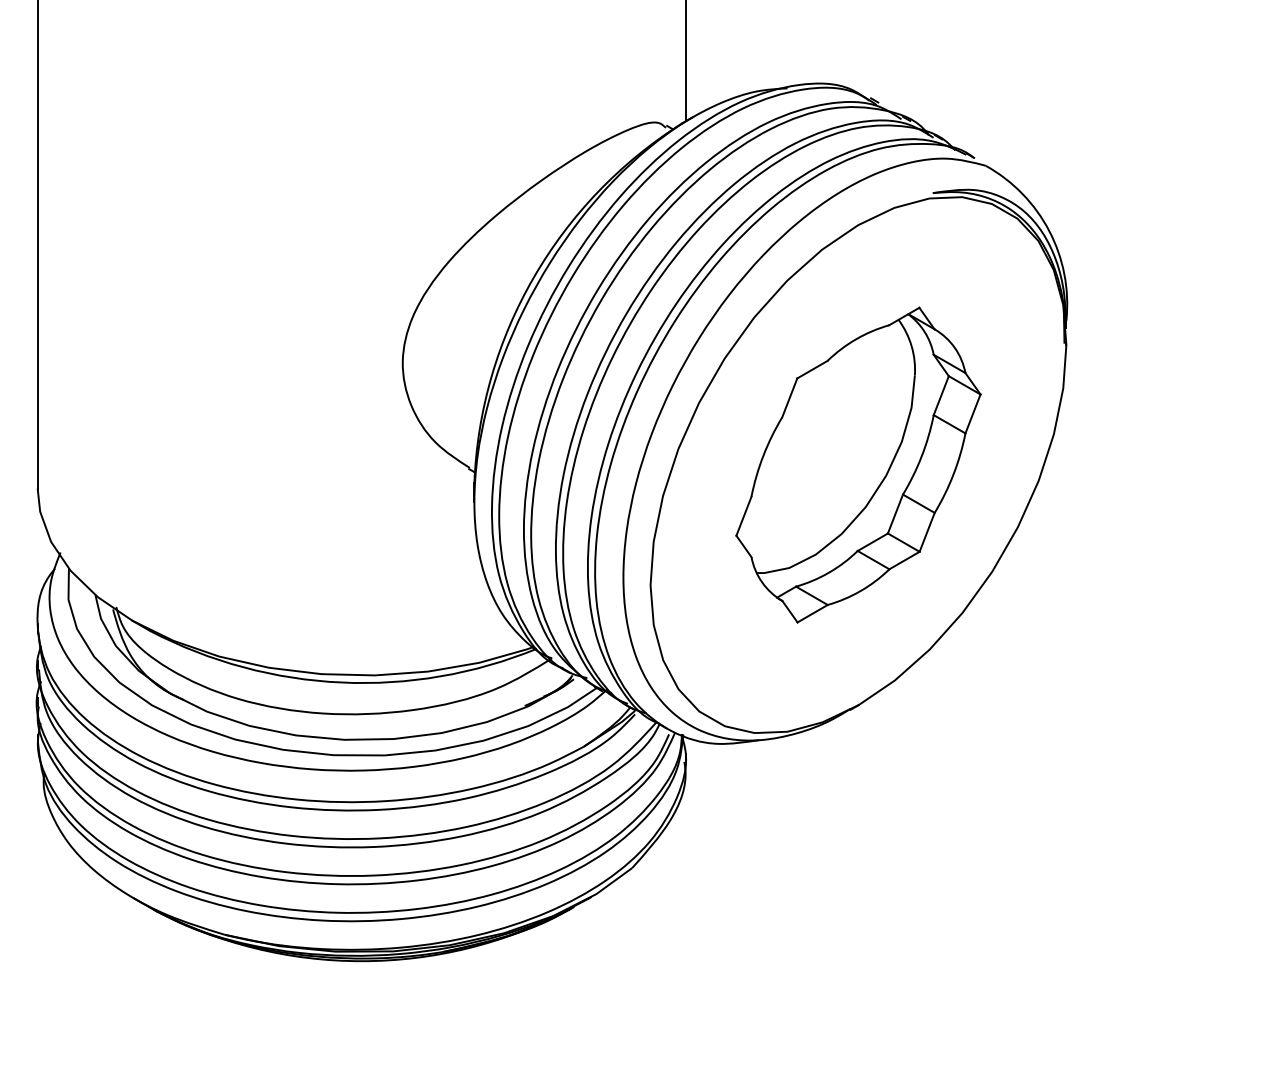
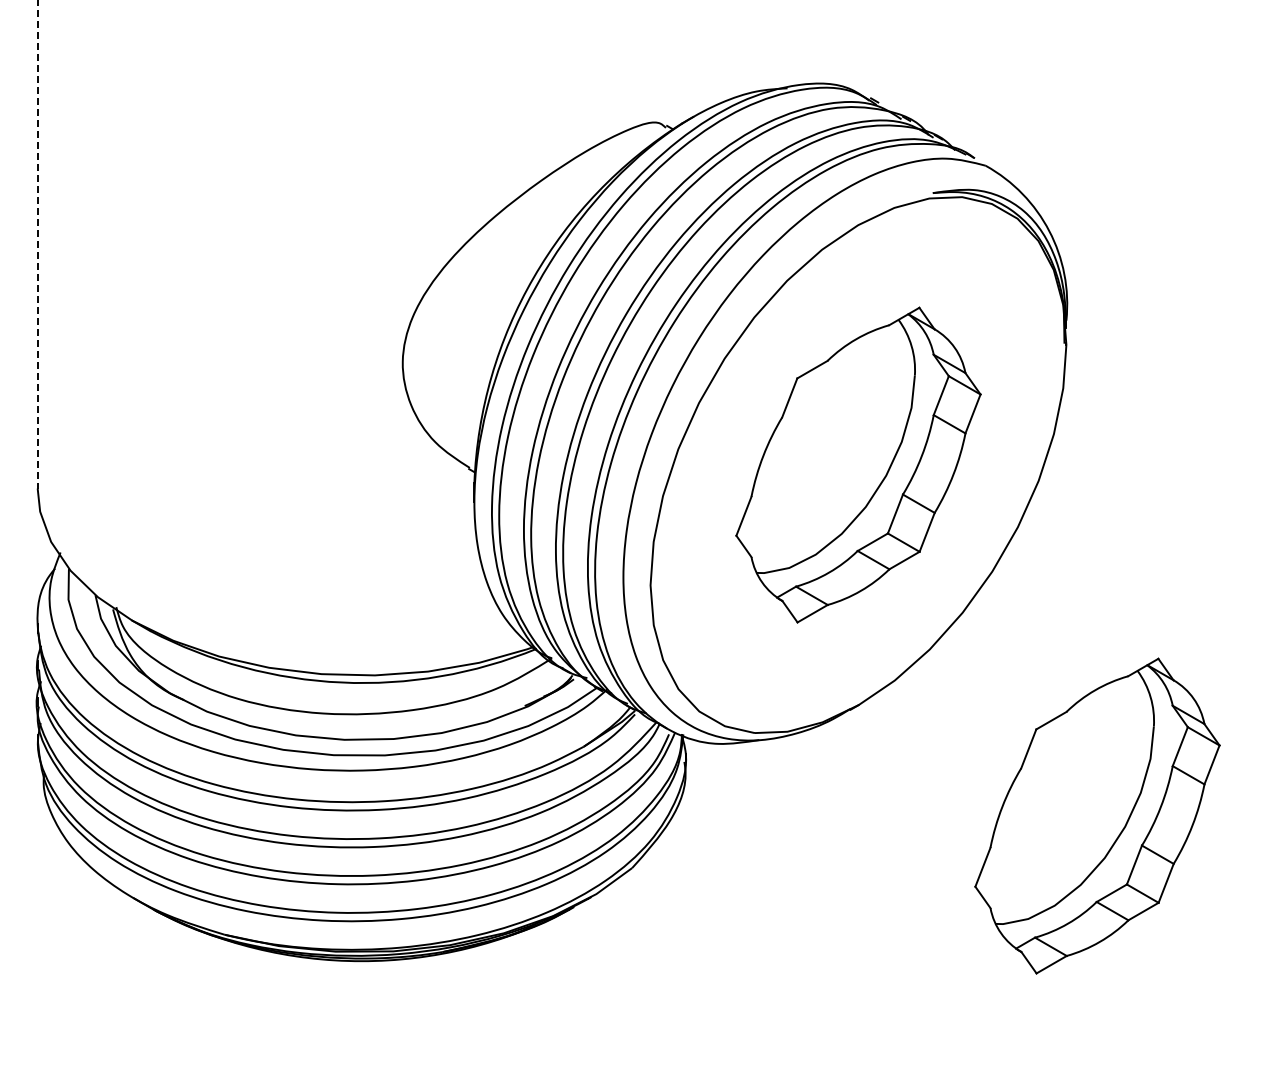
line at (685, 61): present -> none
line at (37, 244): solid -> dashed
part at (1097, 815): none -> present
